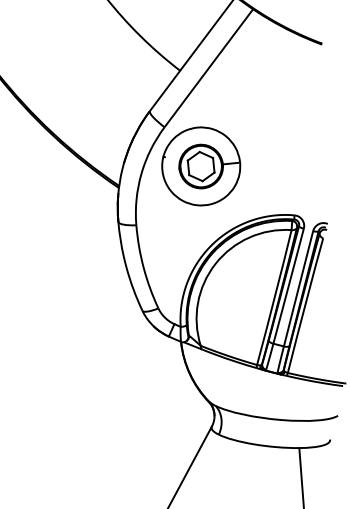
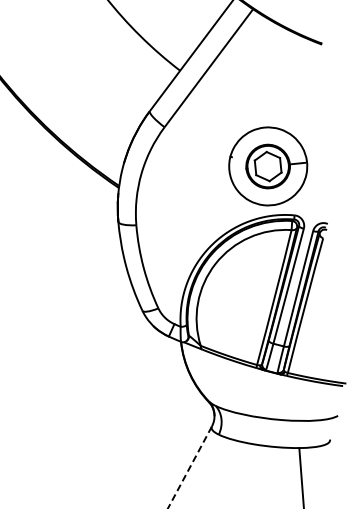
part at (201, 166) position: (201, 166) -> (268, 166)
line at (189, 467): solid -> dashed
